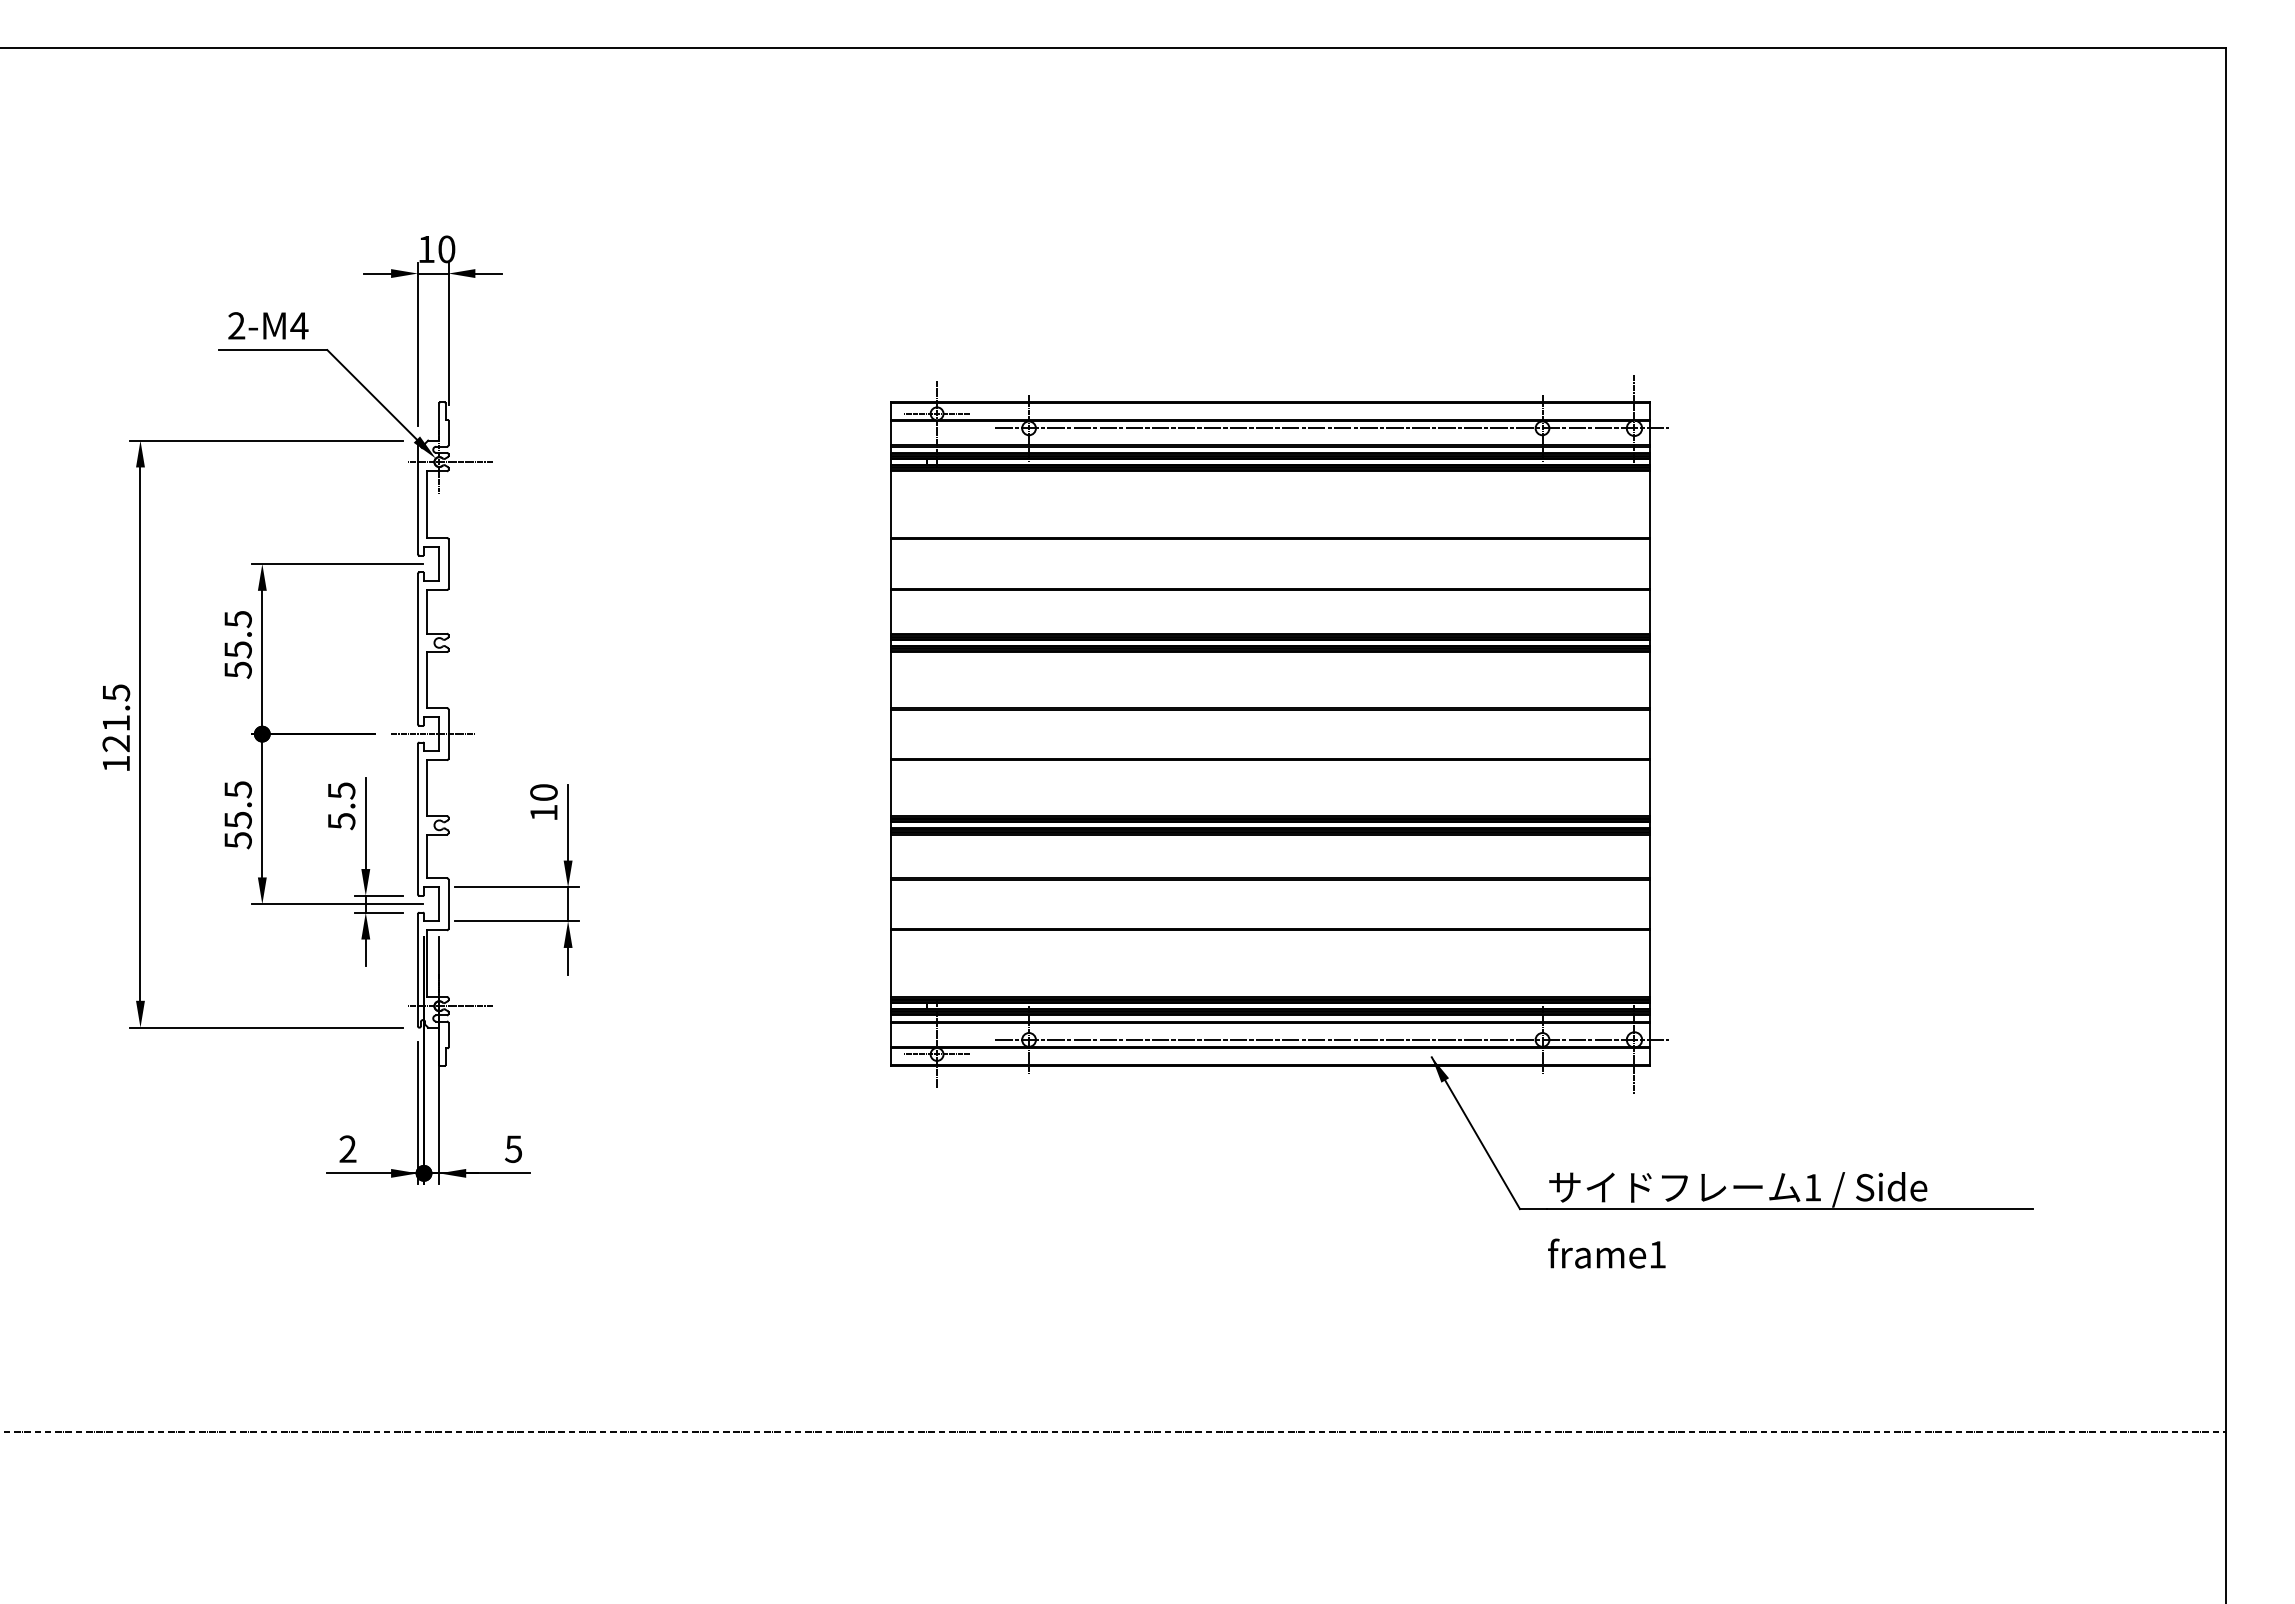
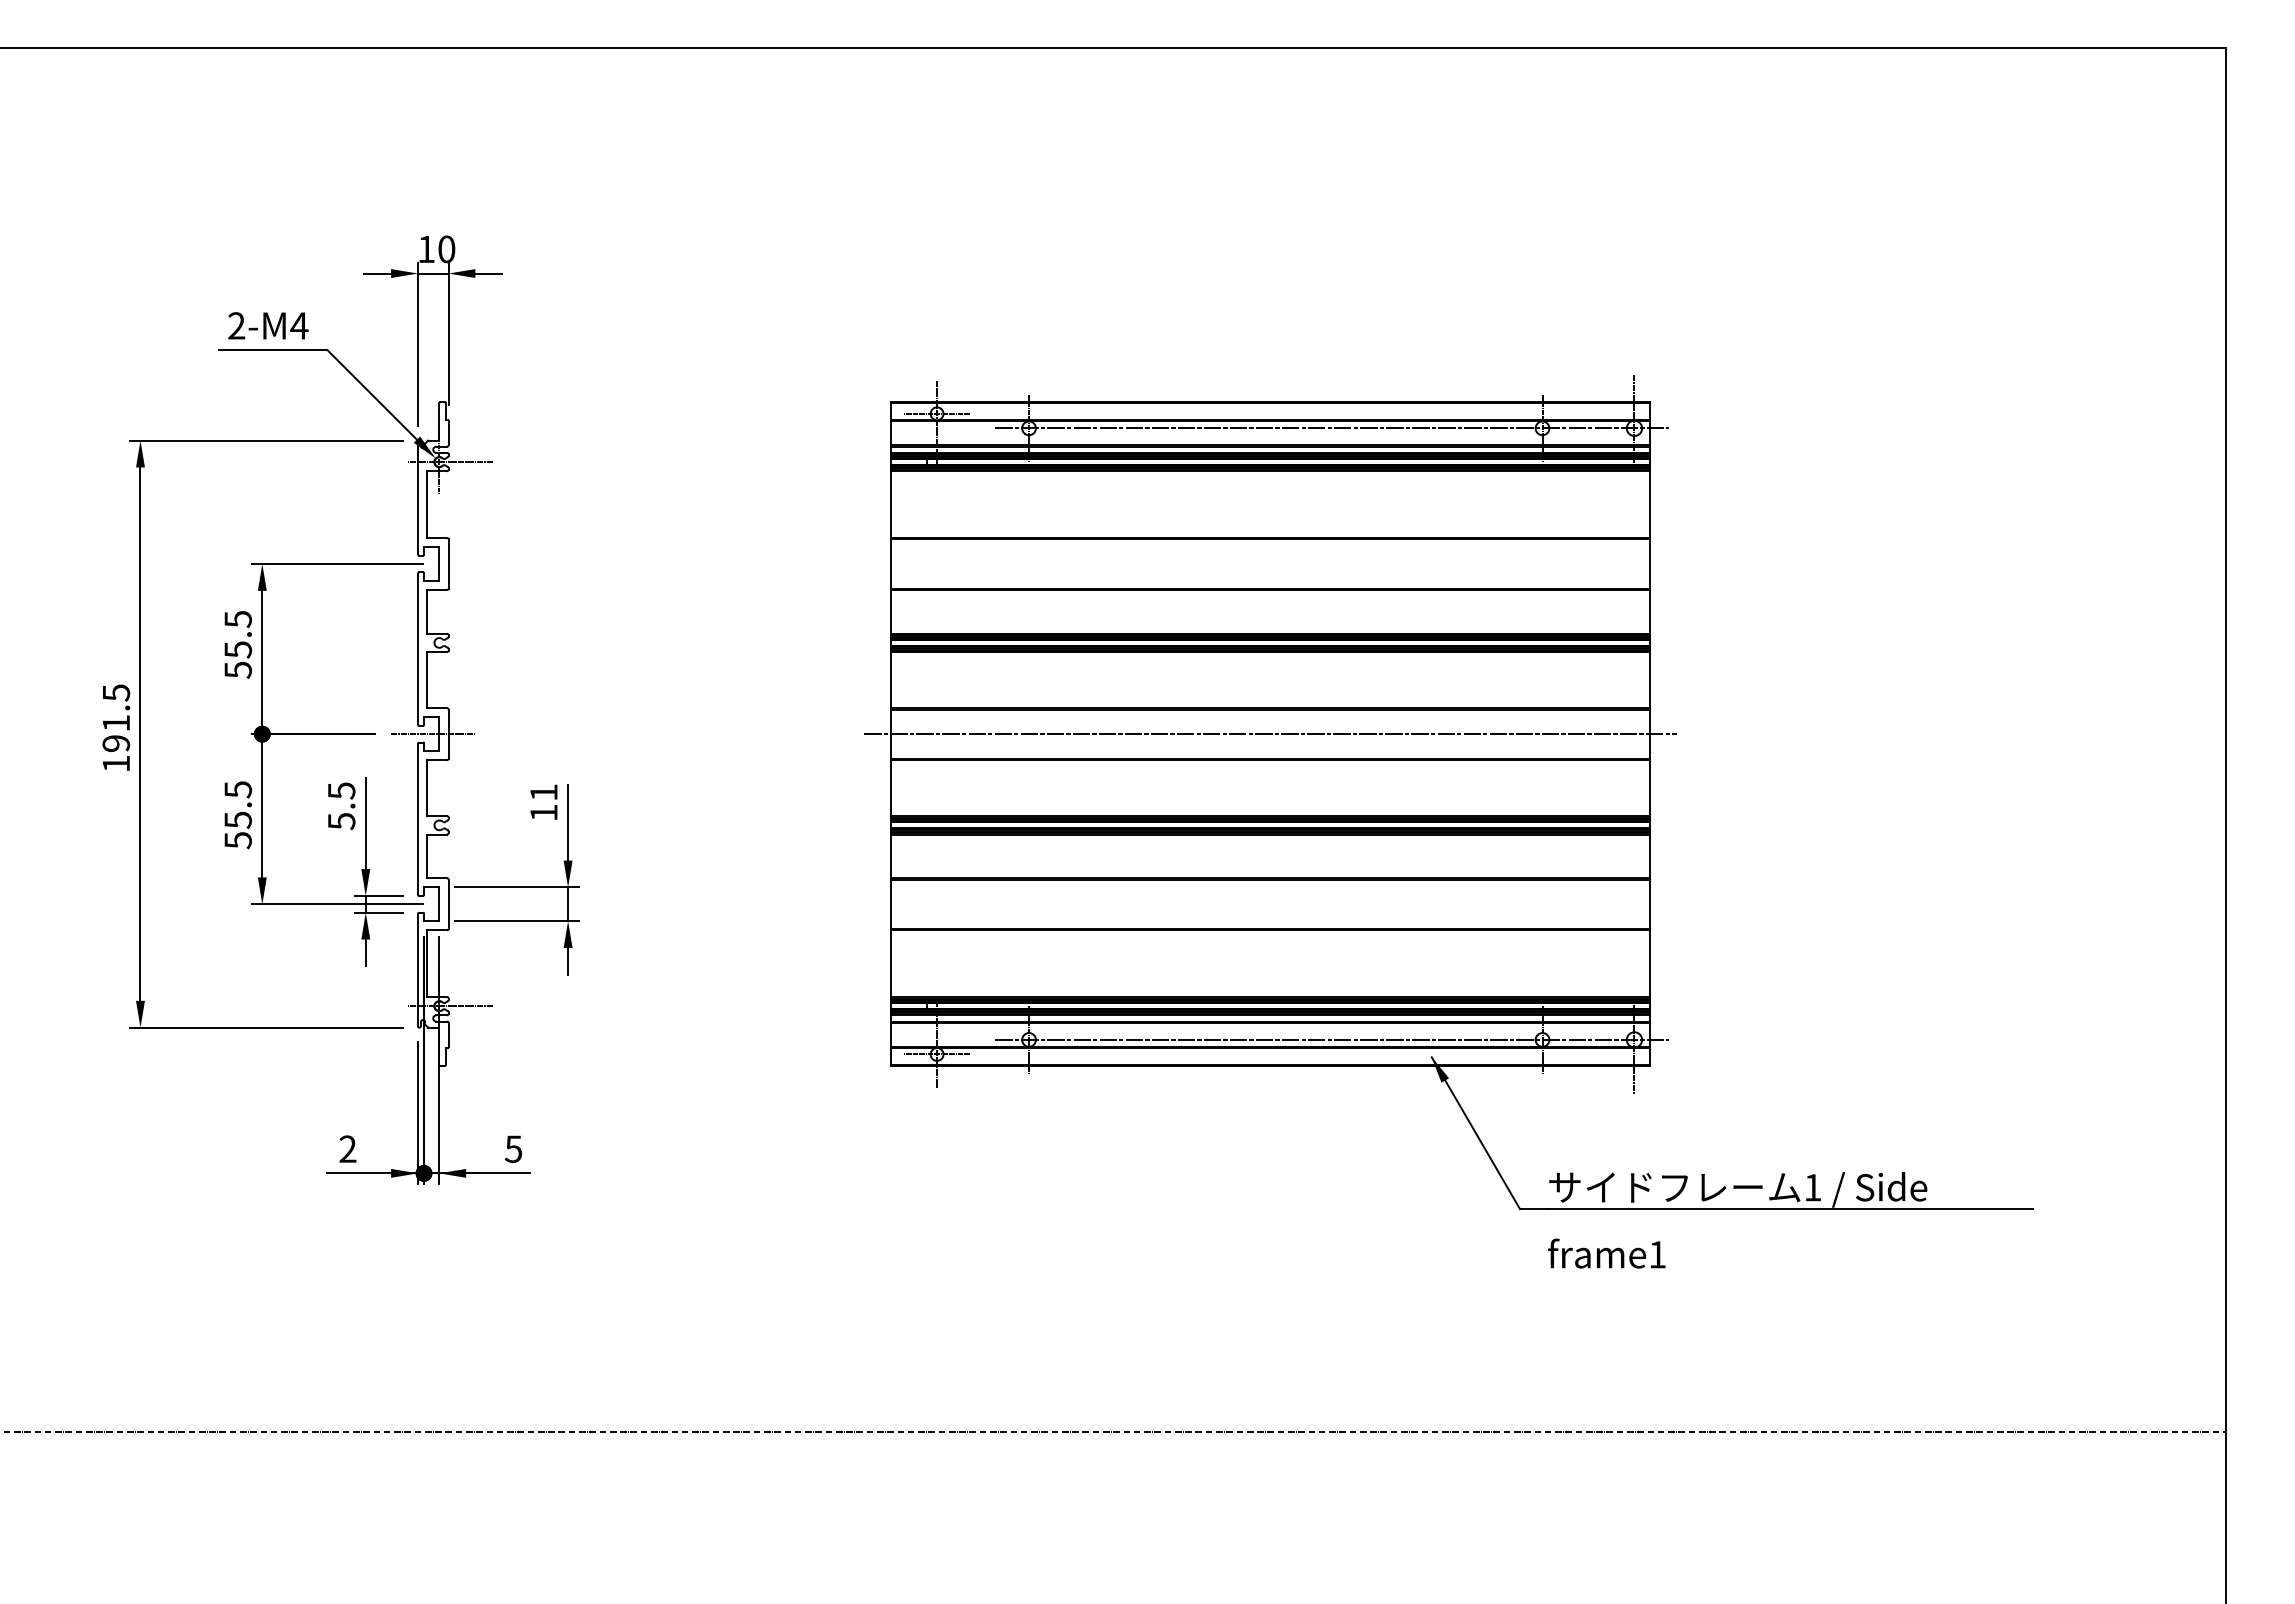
line at (1270, 734): none -> present
text at (116, 743): 121.5 -> 191.5
text at (543, 792): 10 -> 11
